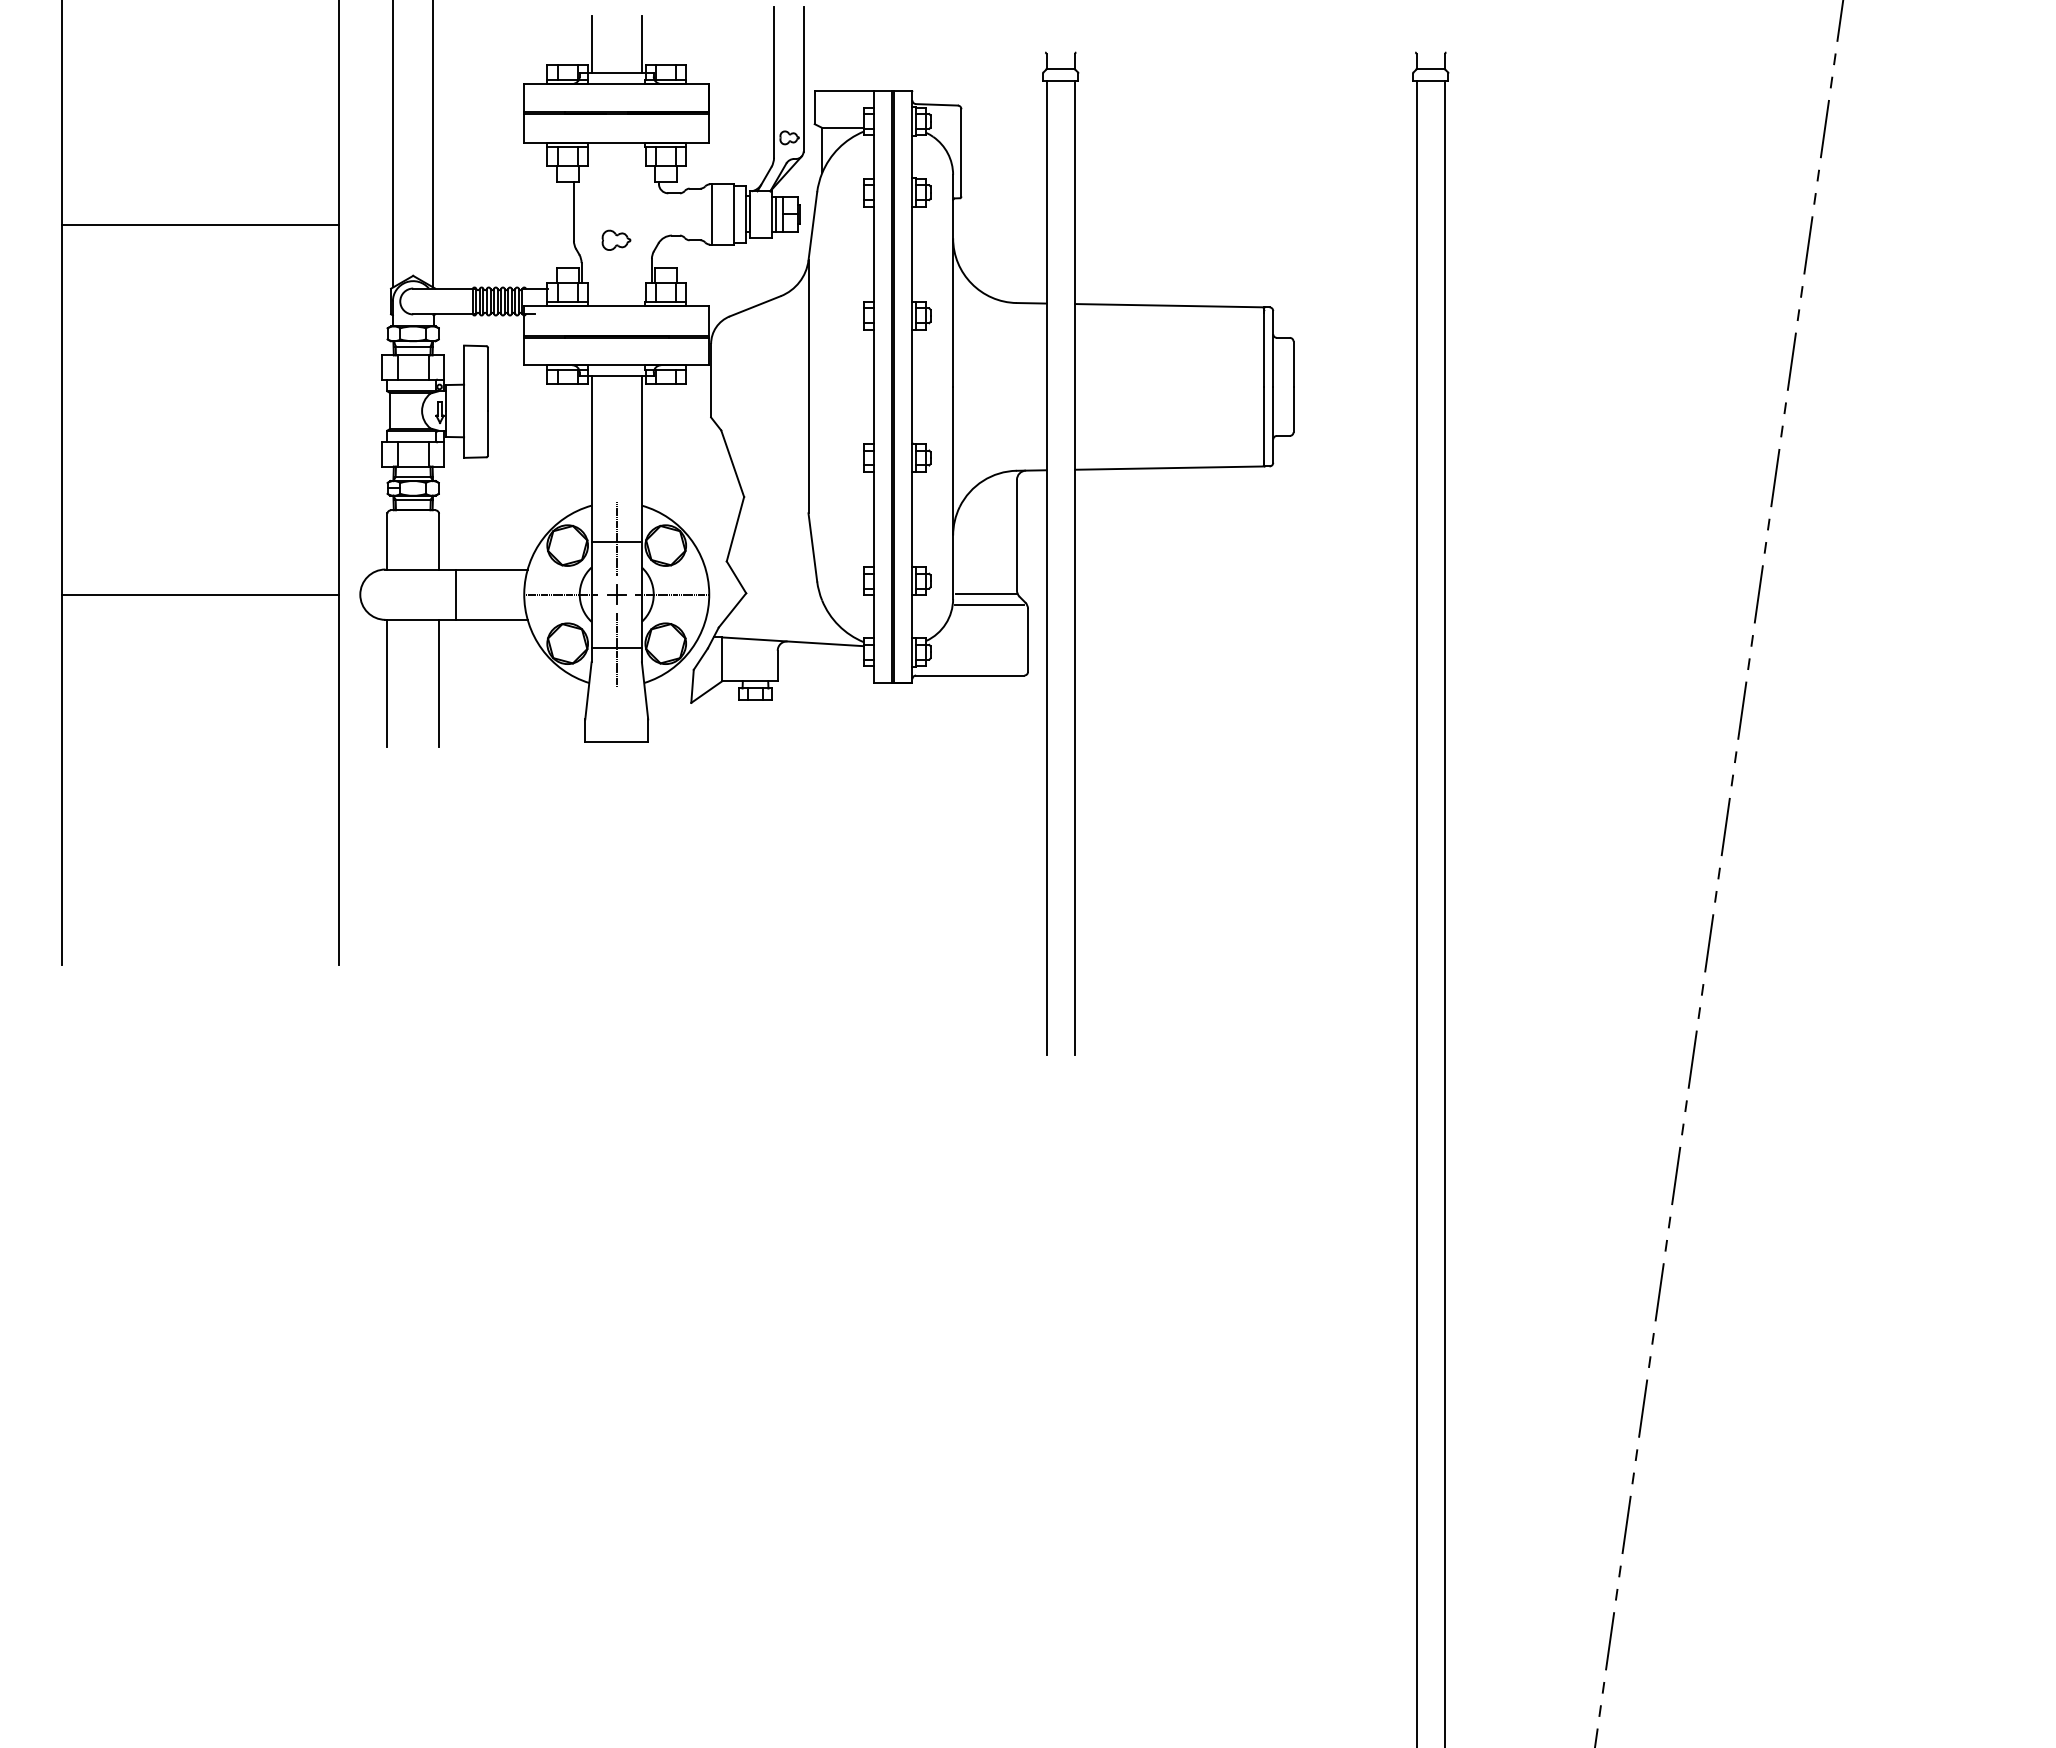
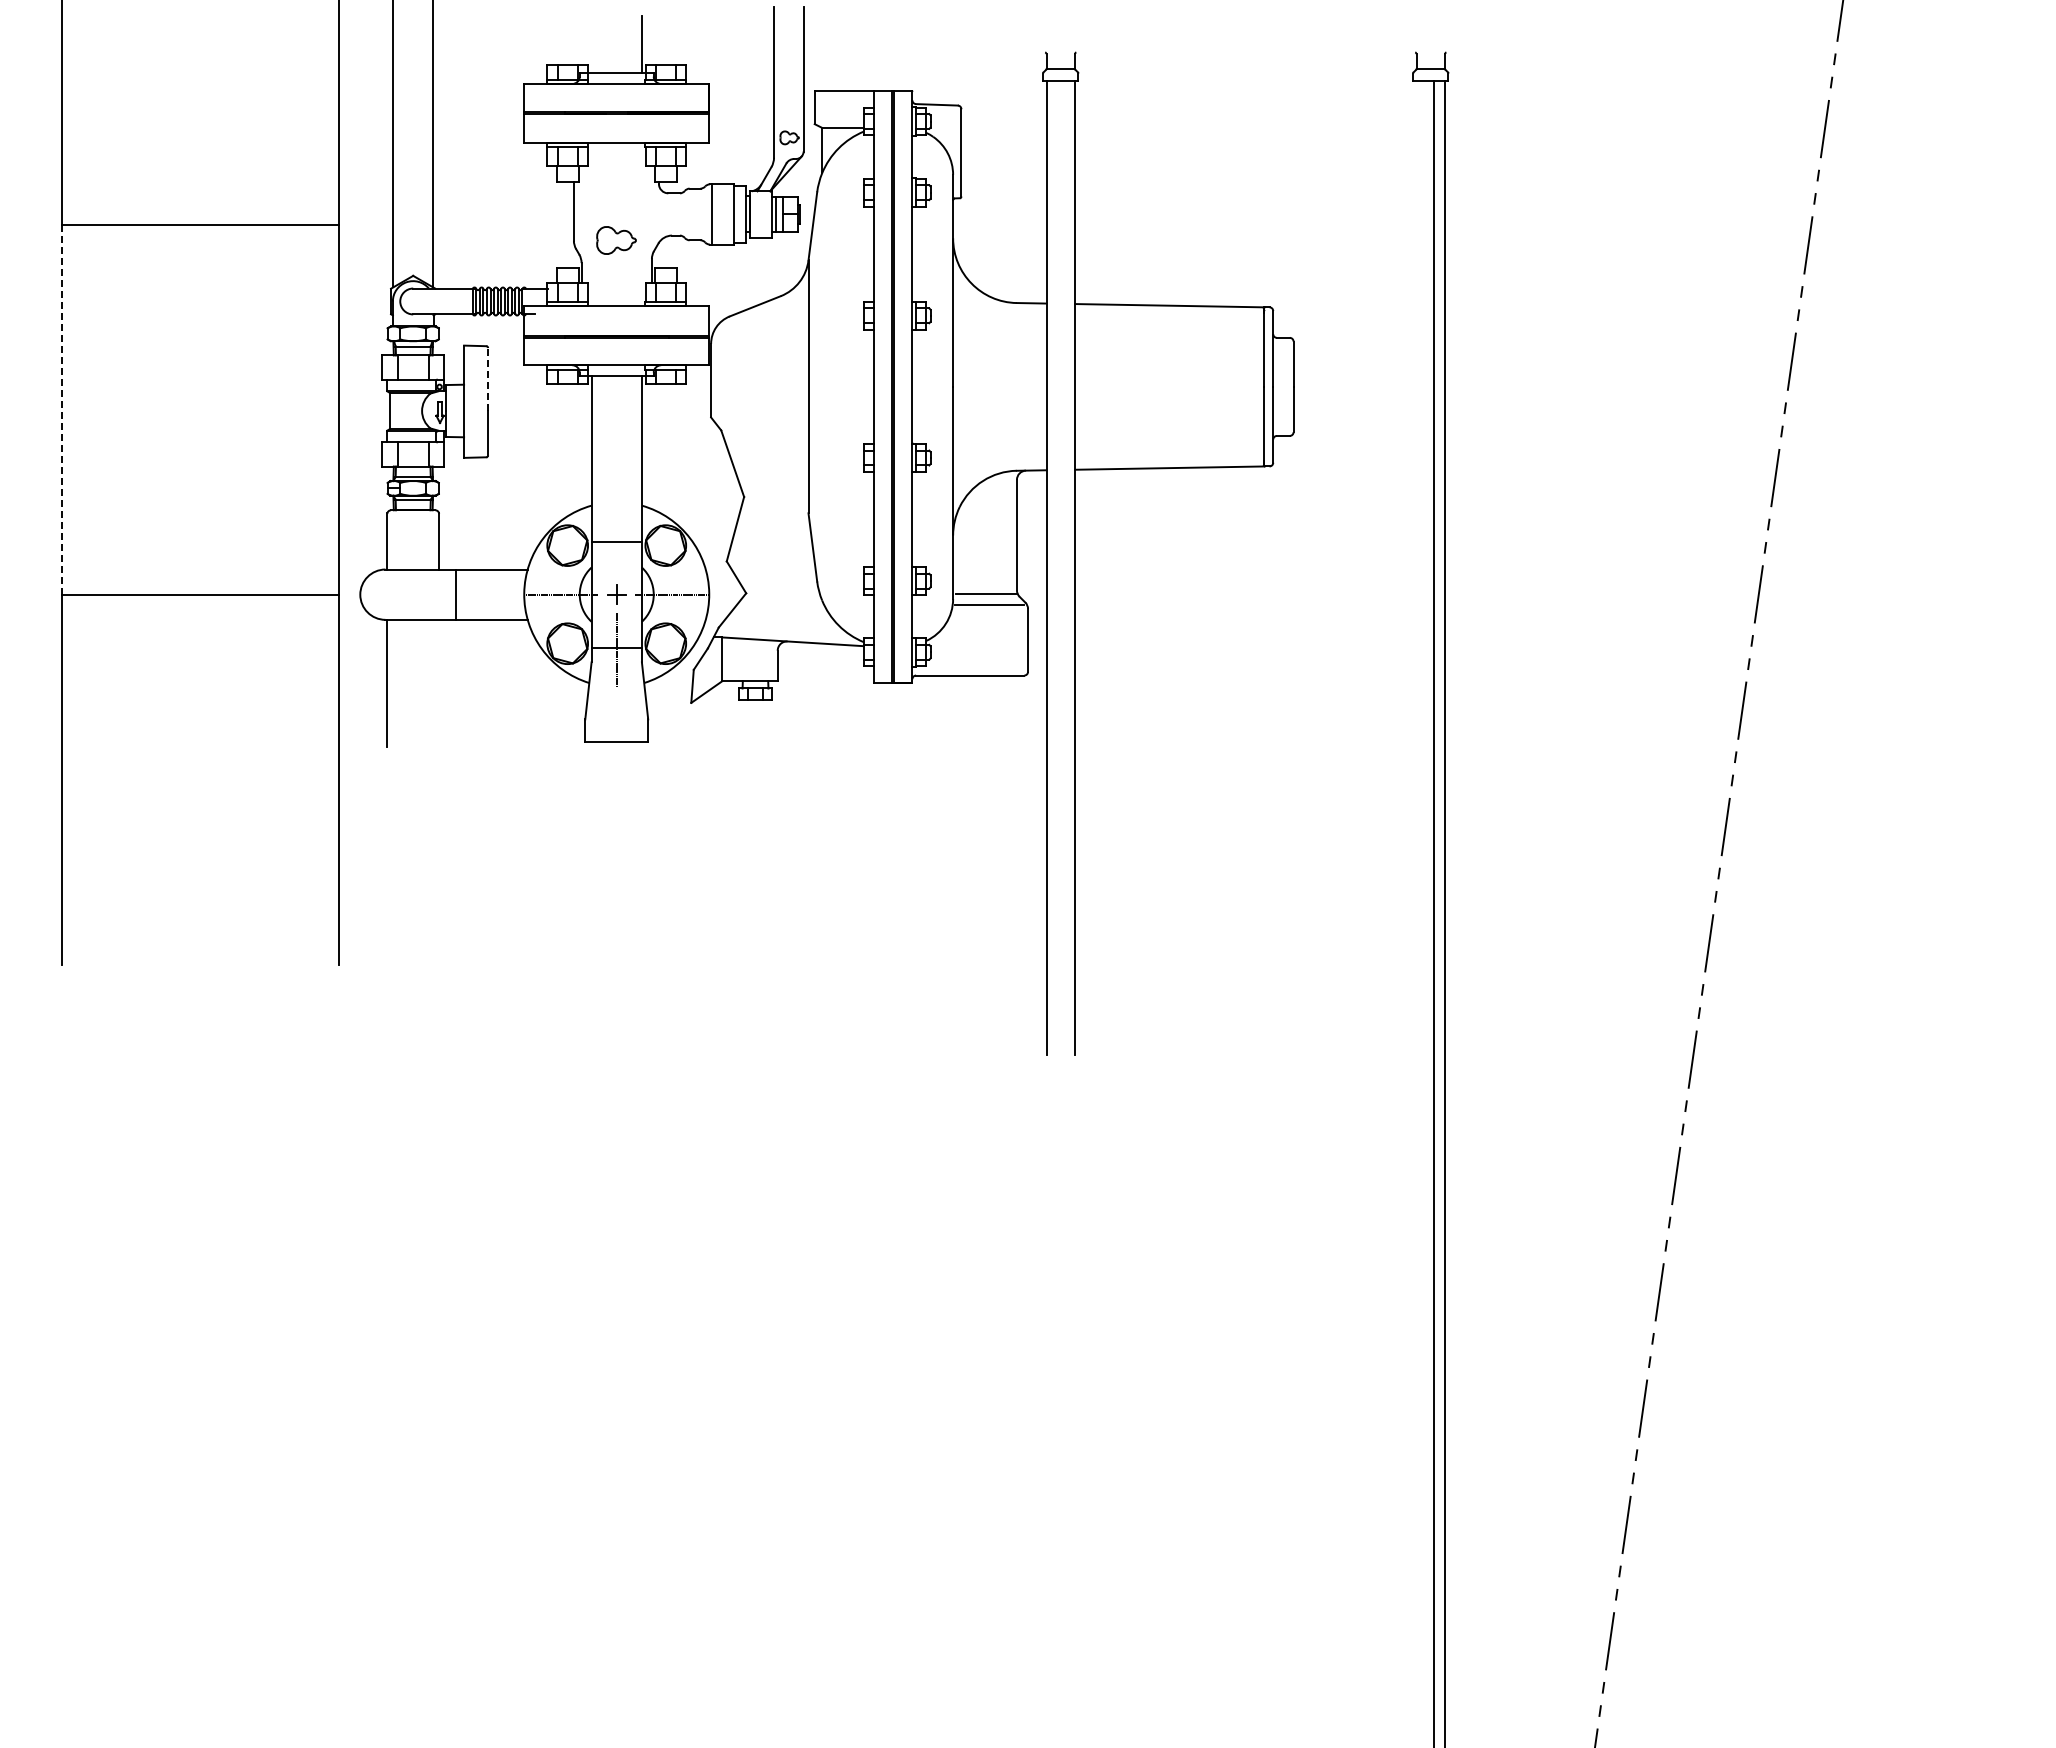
line at (591, 43): present -> none
part at (616, 239) size: 31x22 px -> 41x29 px
line at (488, 379): solid -> dashed
line at (61, 410): solid -> dashed
line at (616, 538): present -> none
line at (439, 683): present -> none
line at (1416, 912) position: (1416, 912) -> (1433, 912)
